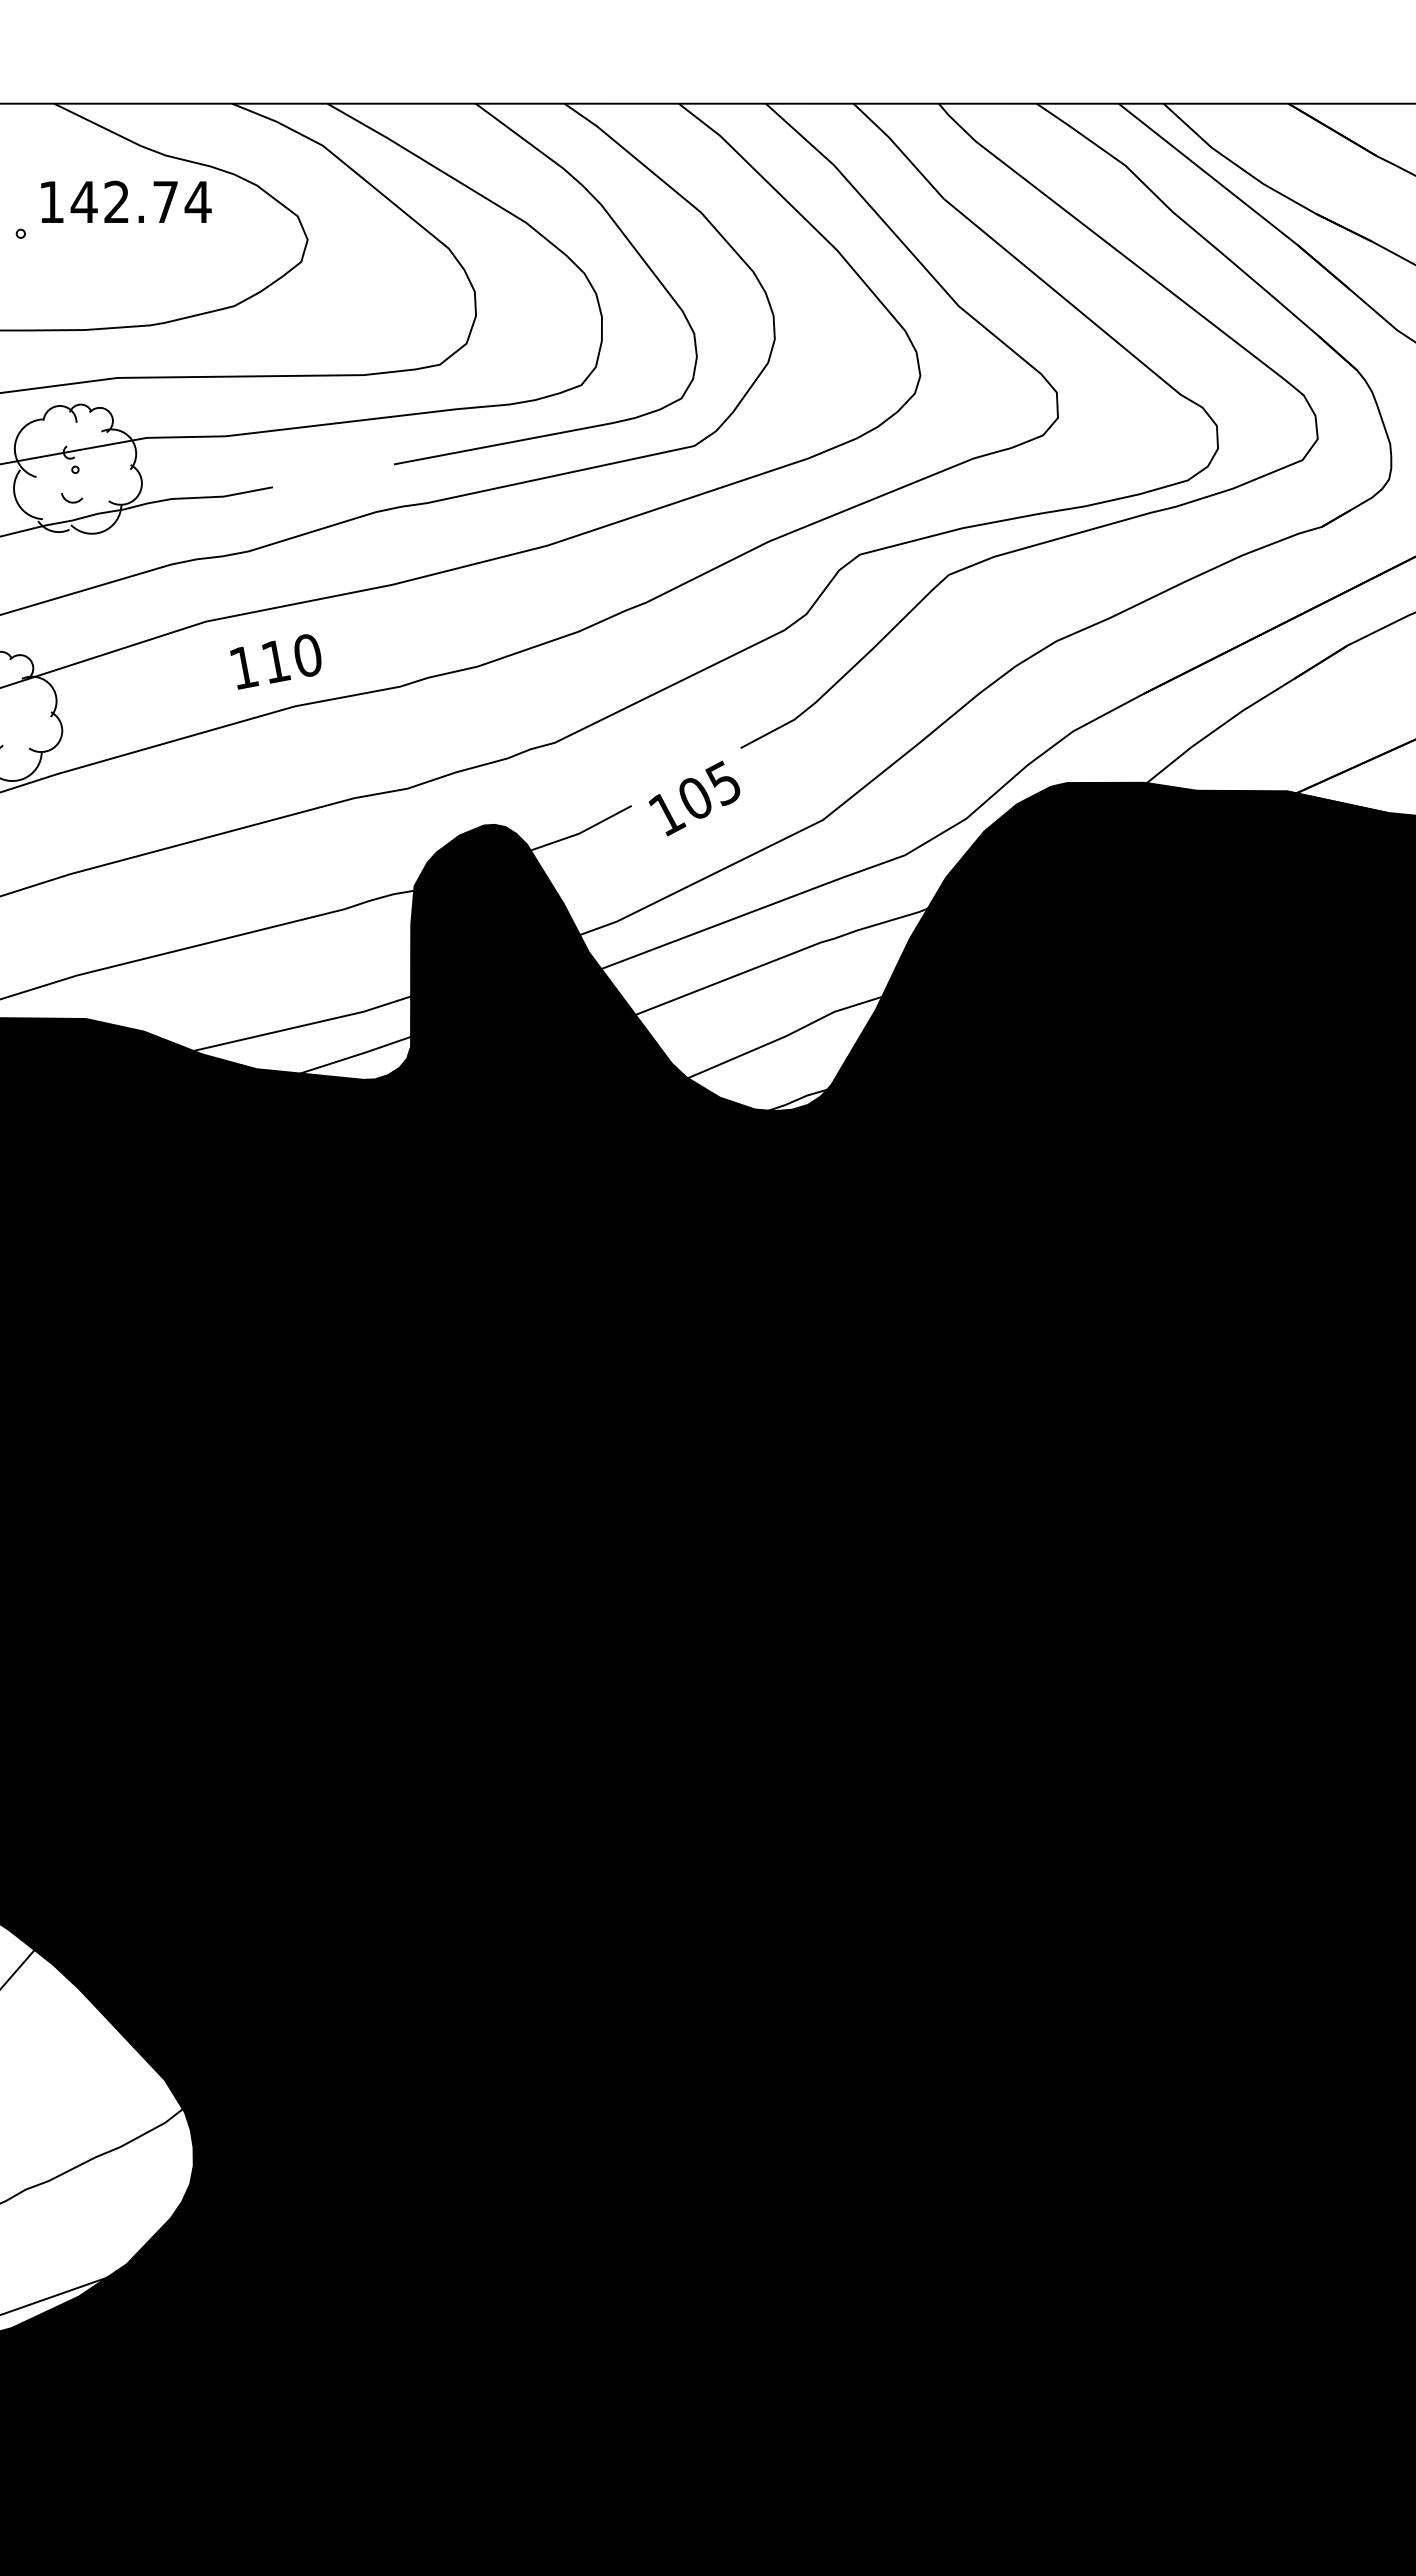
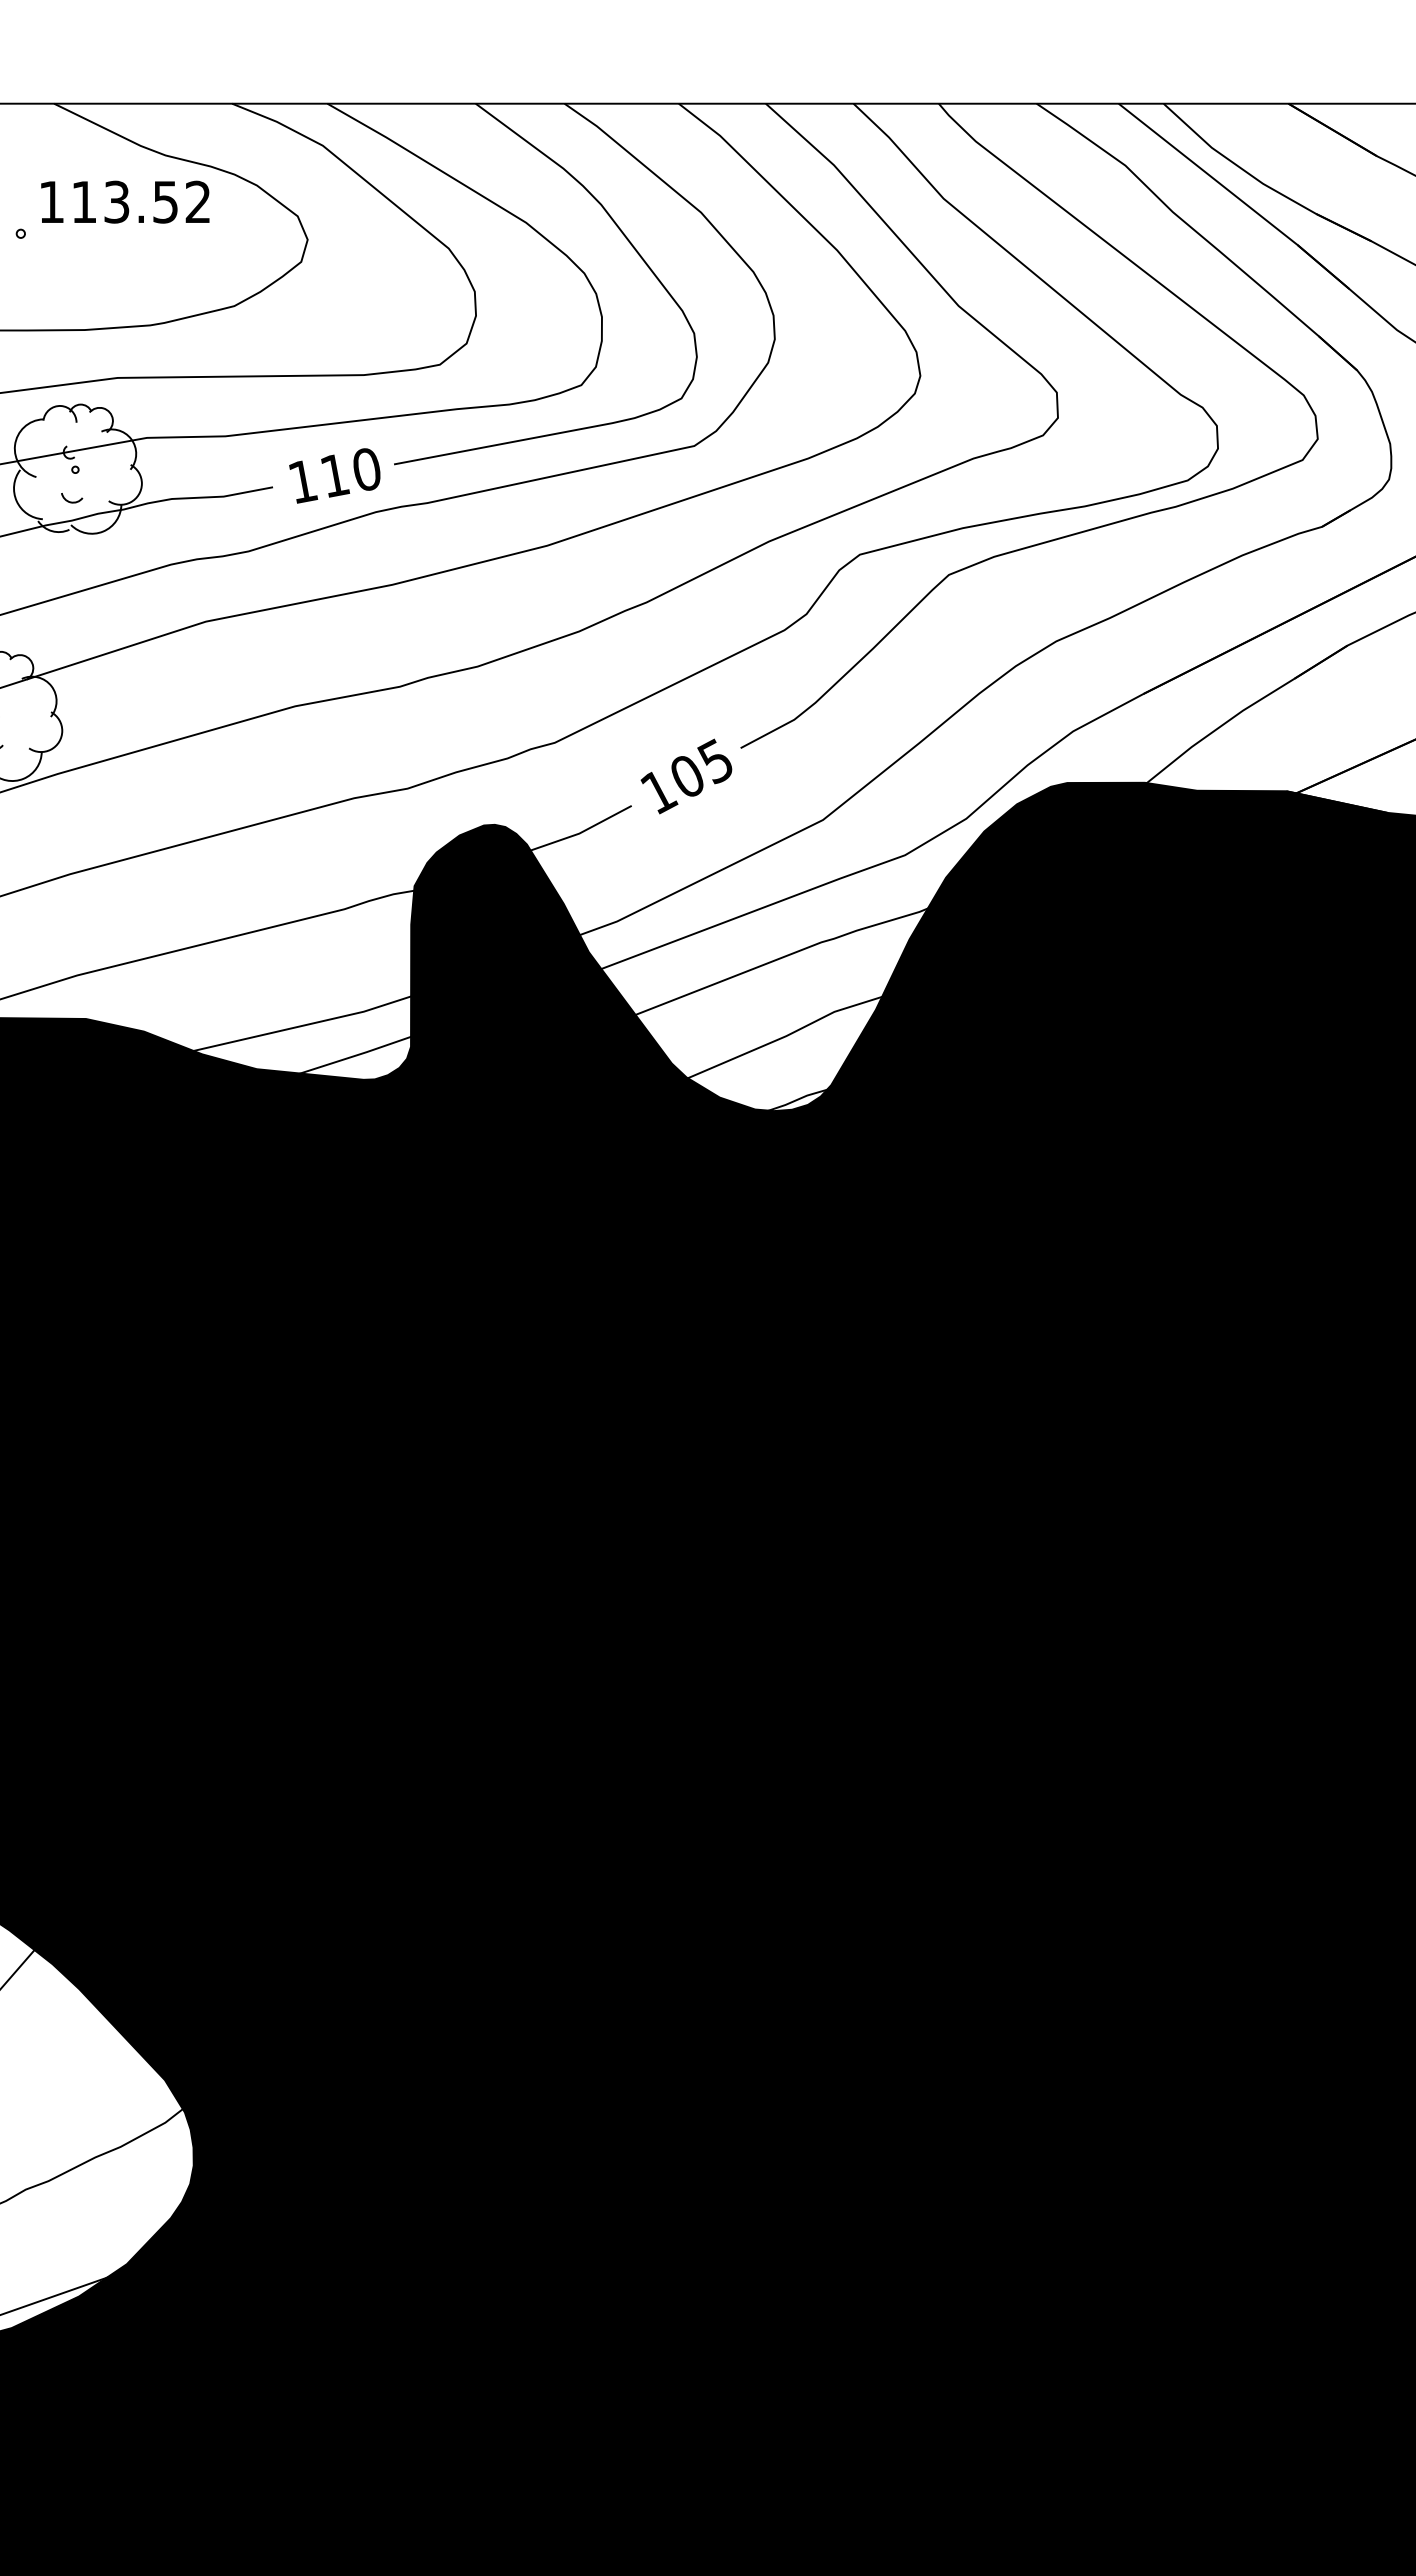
text at (140, 201): 142.74 -> 113.52
text at (275, 661) position: (275, 661) -> (334, 475)
text at (694, 798) position: (694, 798) -> (686, 776)
